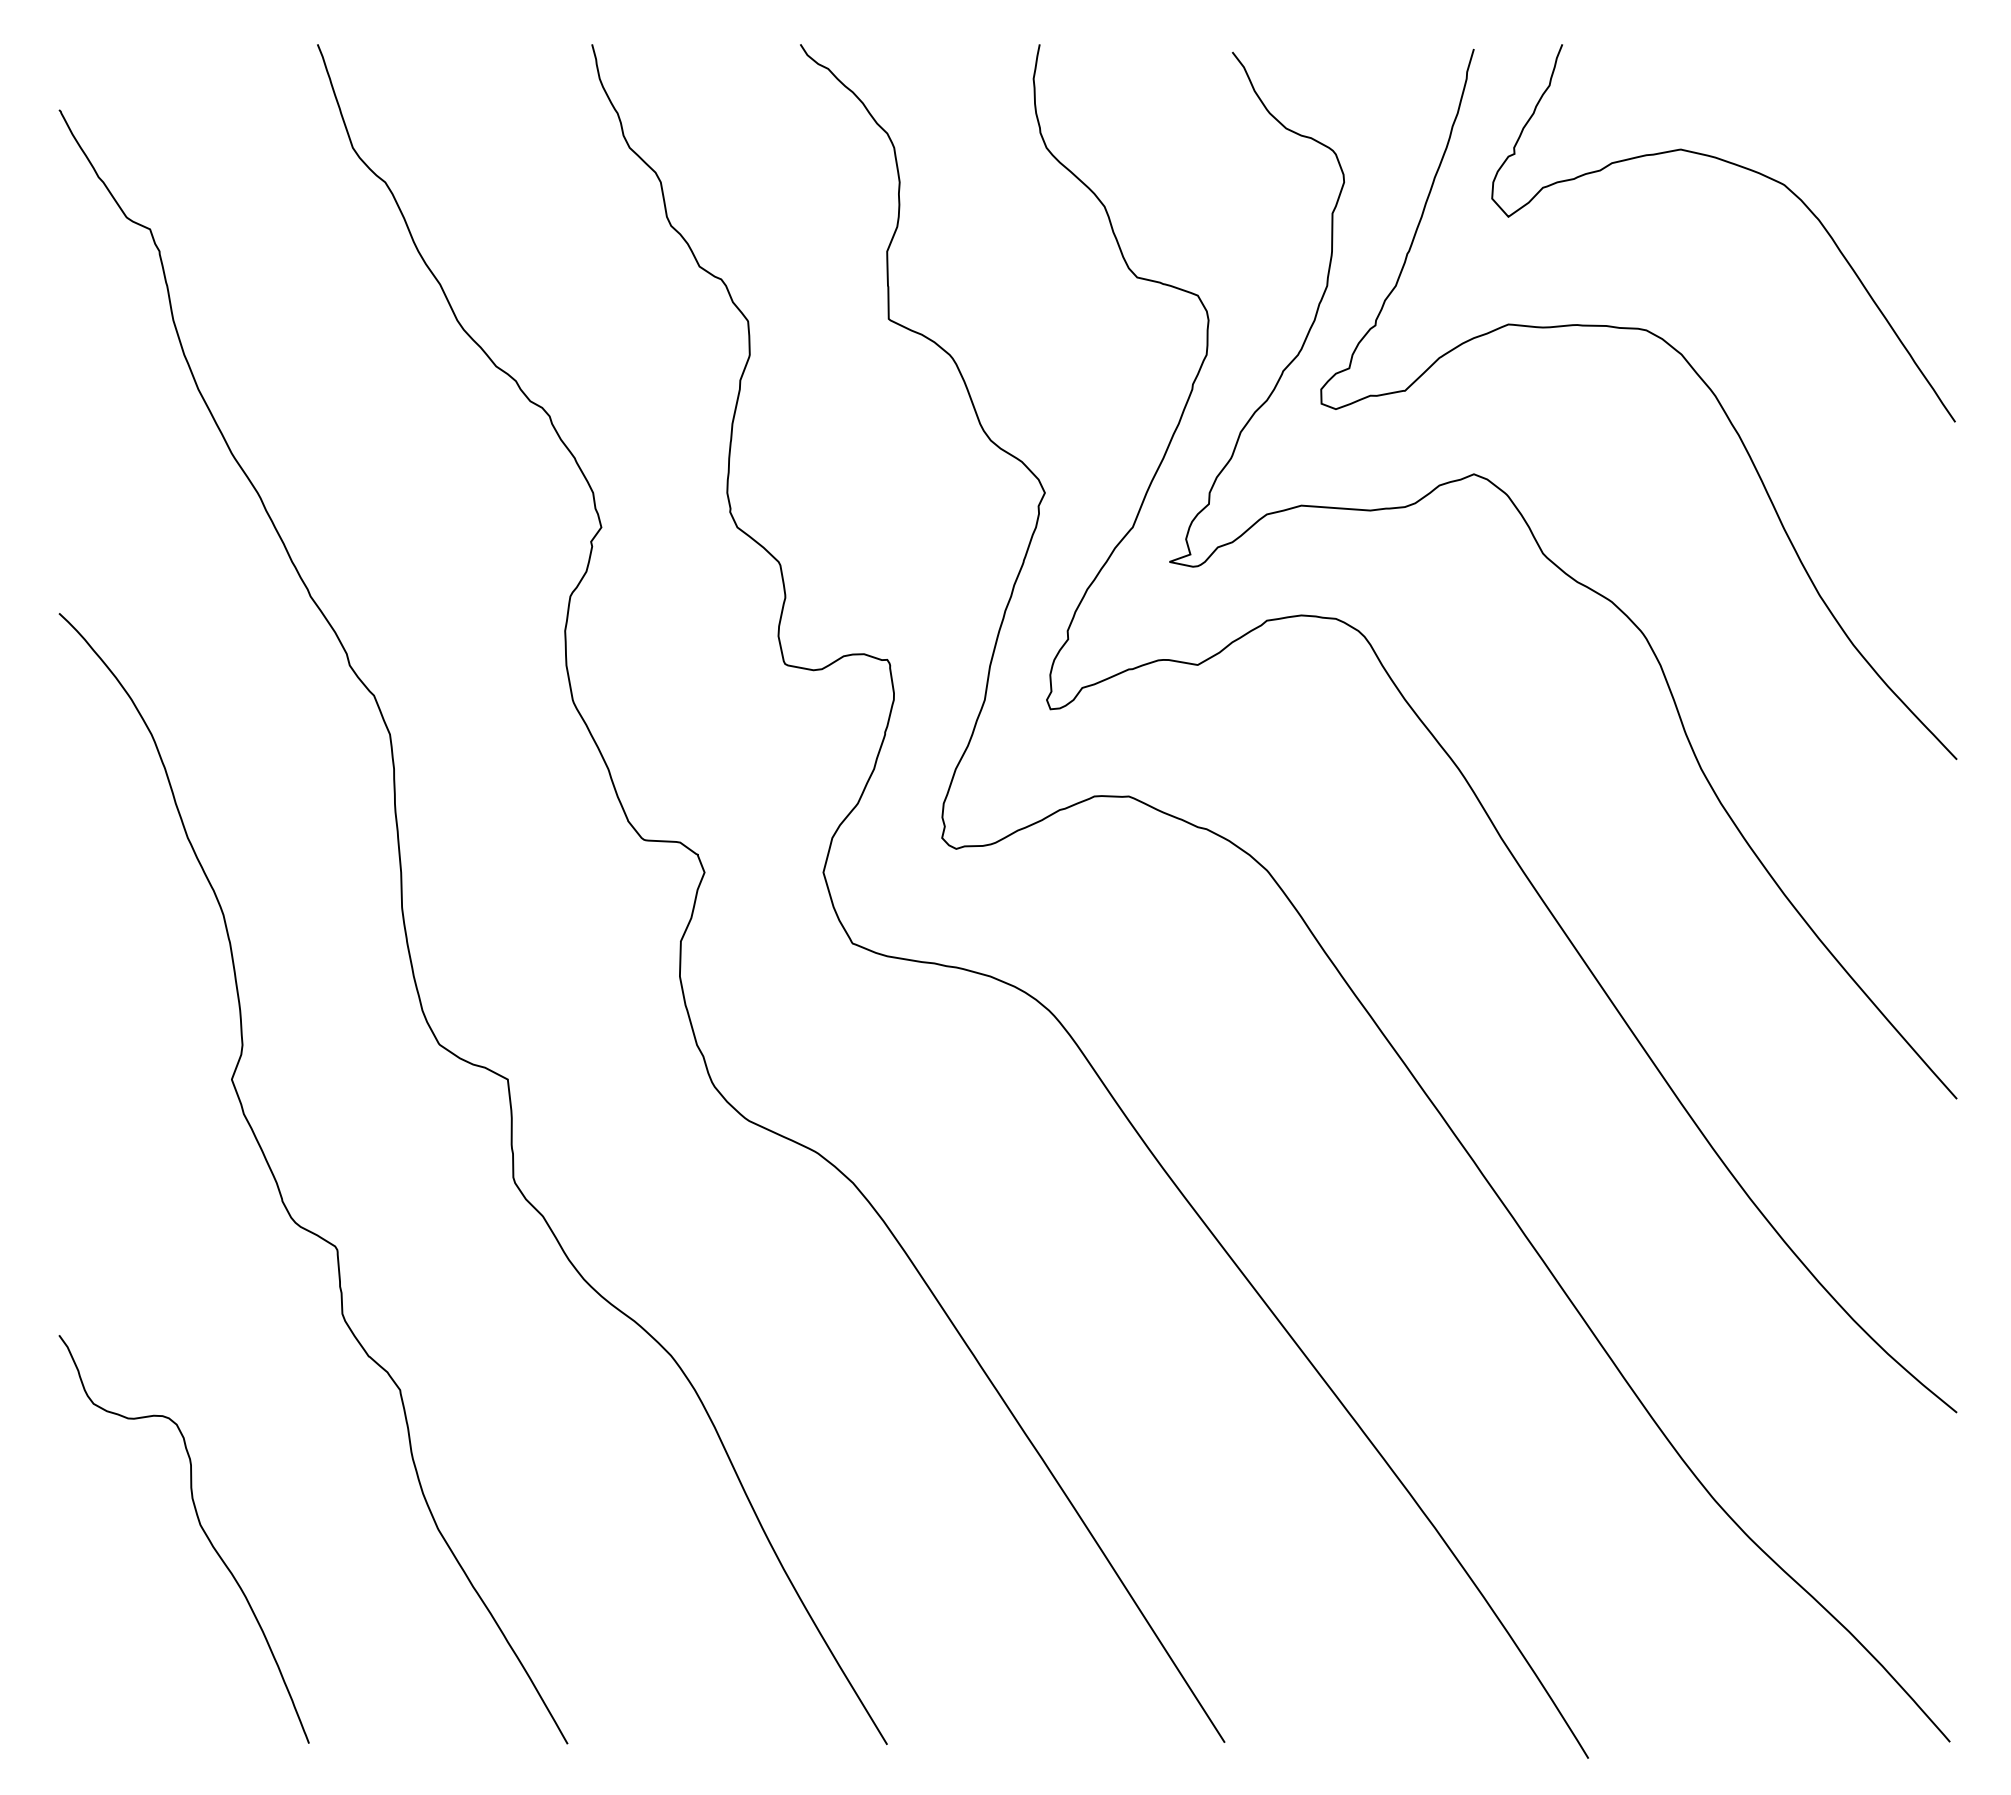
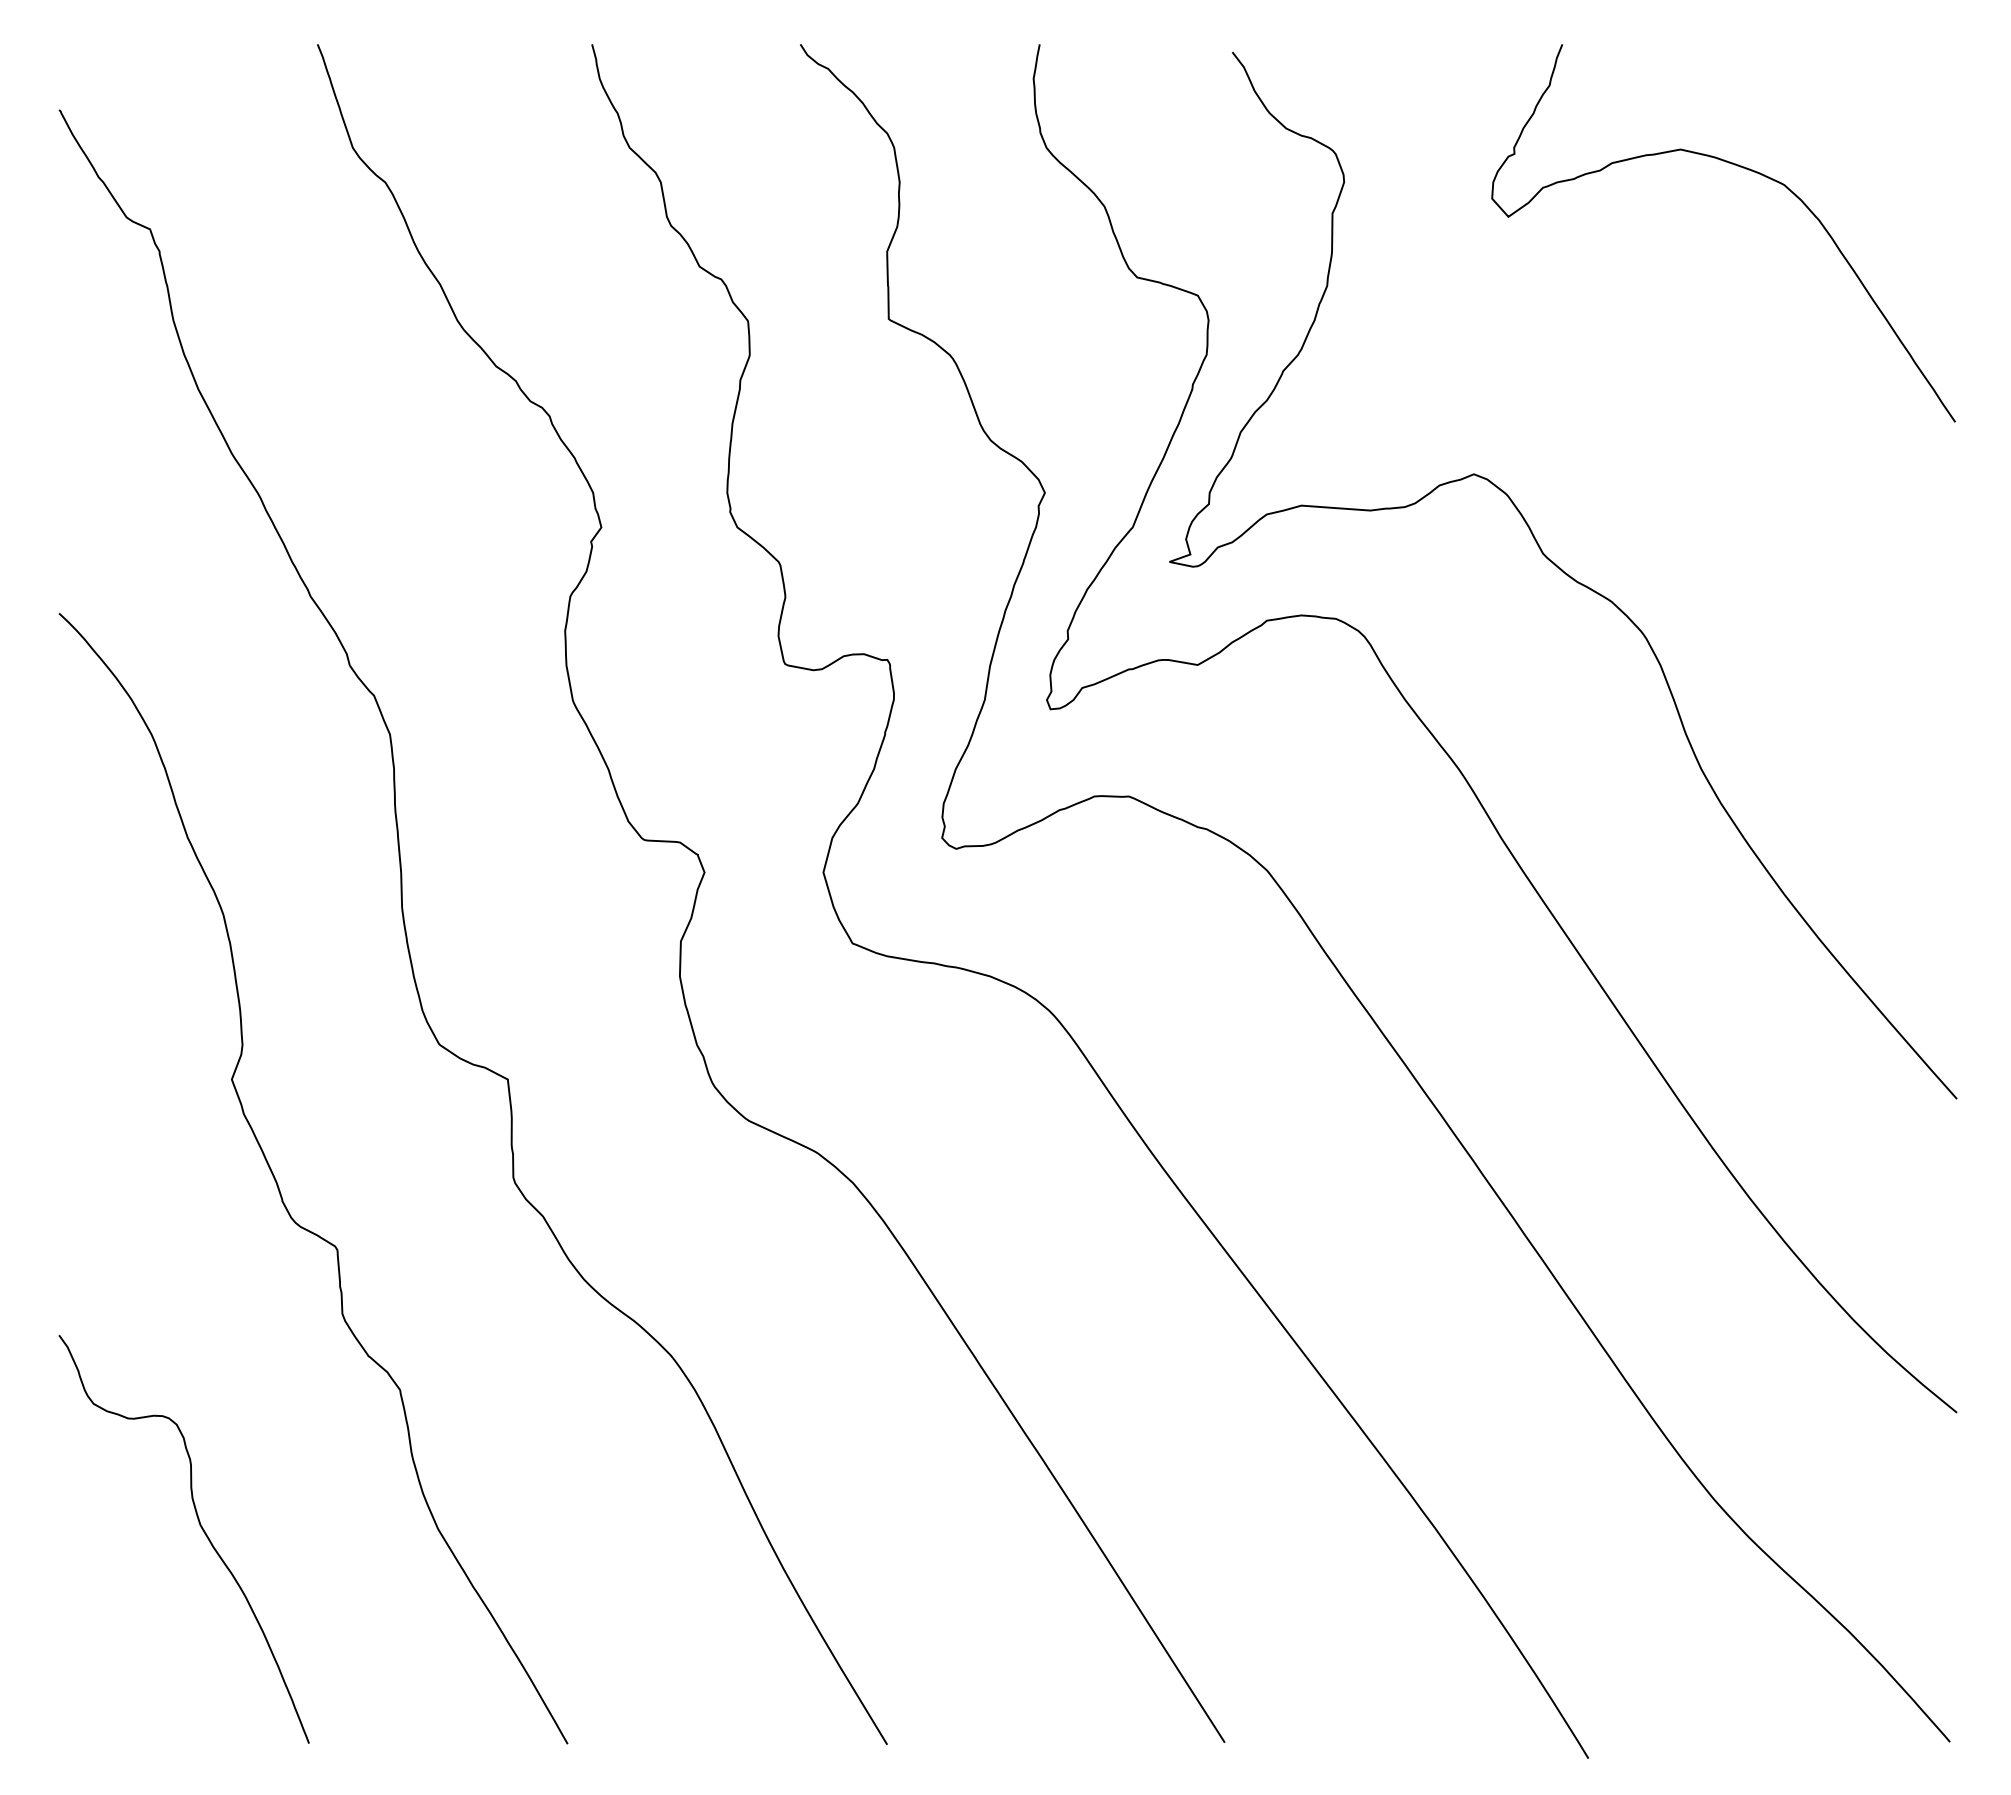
curve at (1686, 362): present -> none
